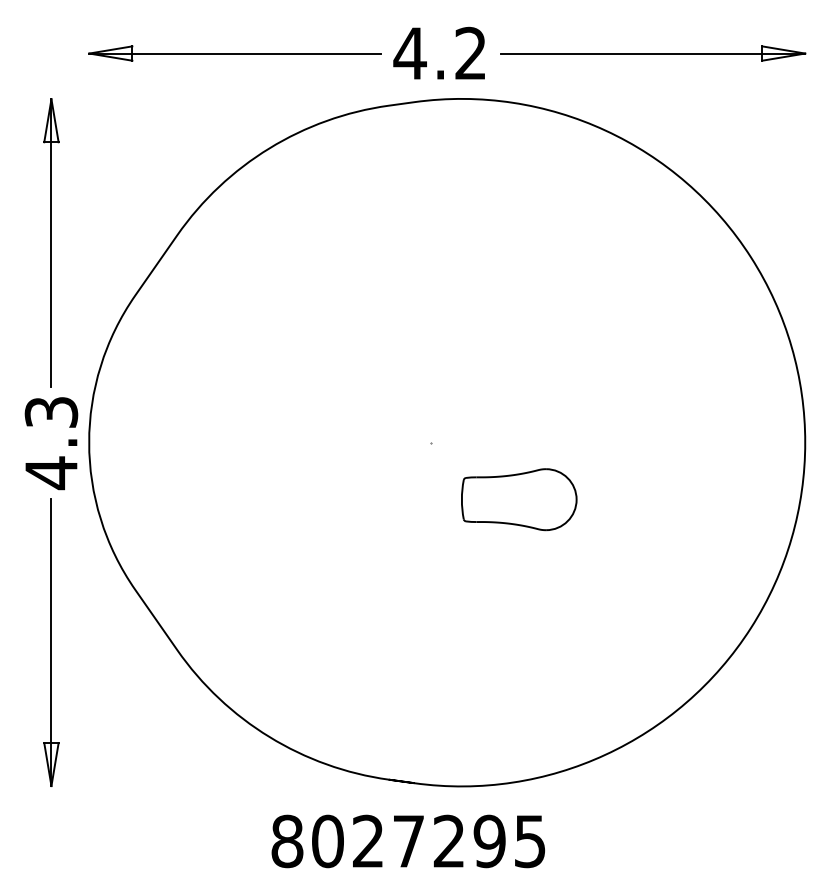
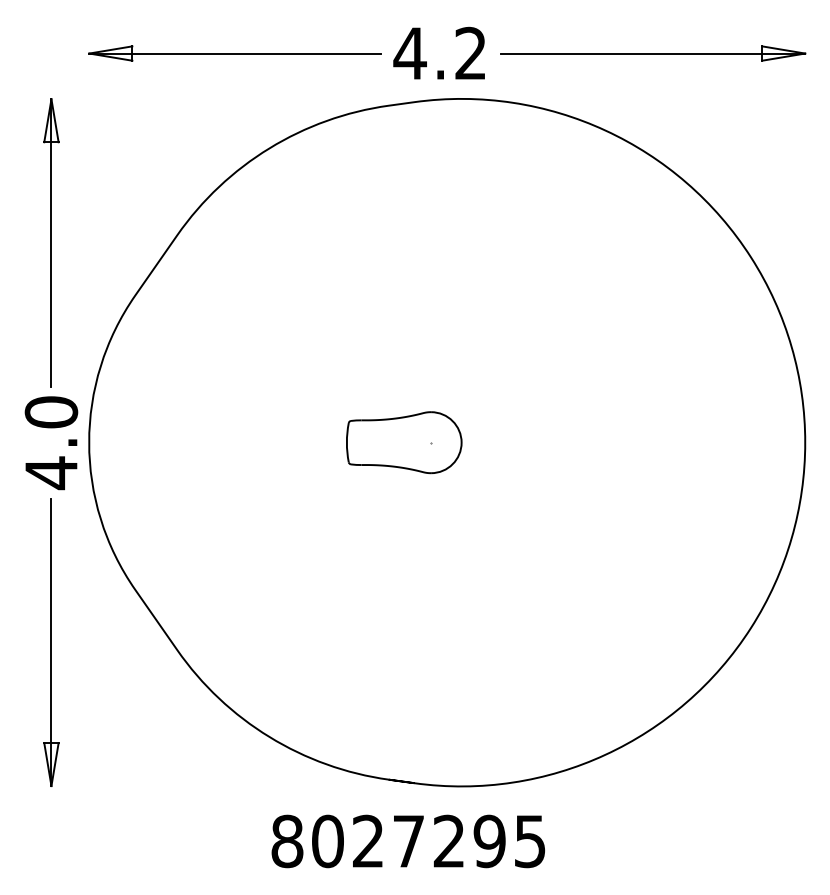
text at (51, 412): 4.3 -> 4.0
part at (519, 499) position: (519, 499) -> (404, 442)
